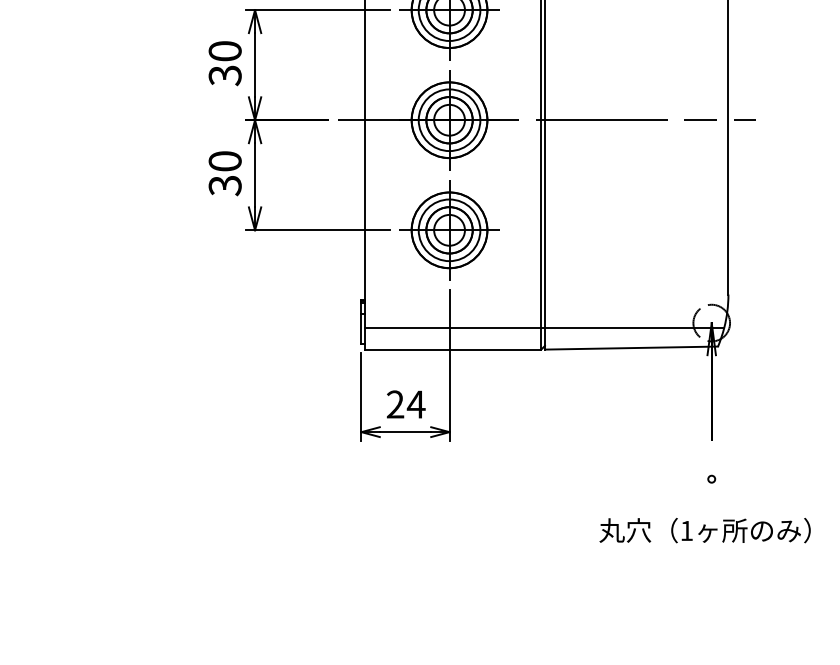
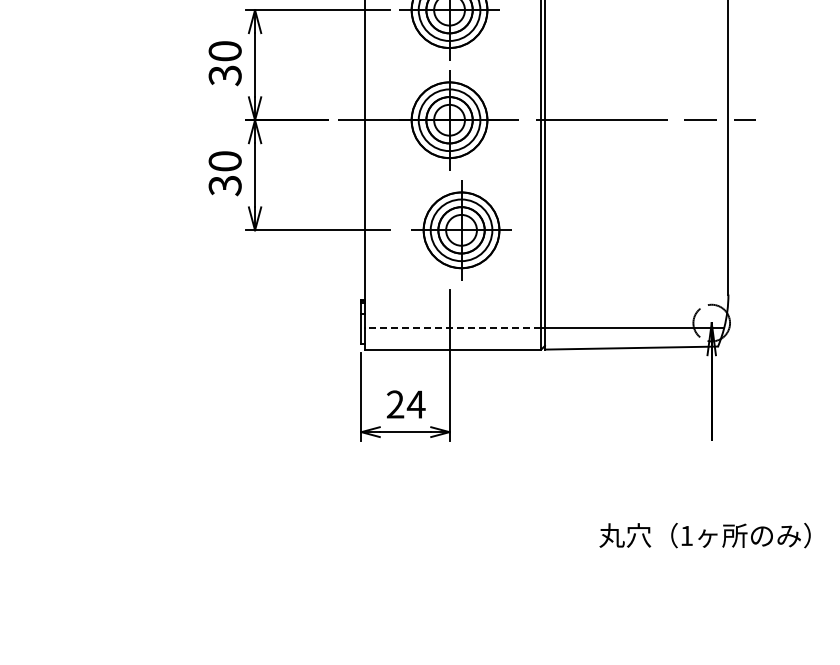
part at (449, 230) position: (449, 230) -> (461, 230)
line at (452, 327): solid -> dashed
circle at (711, 478): present -> none
text at (704, 530) position: (704, 530) -> (704, 535)
